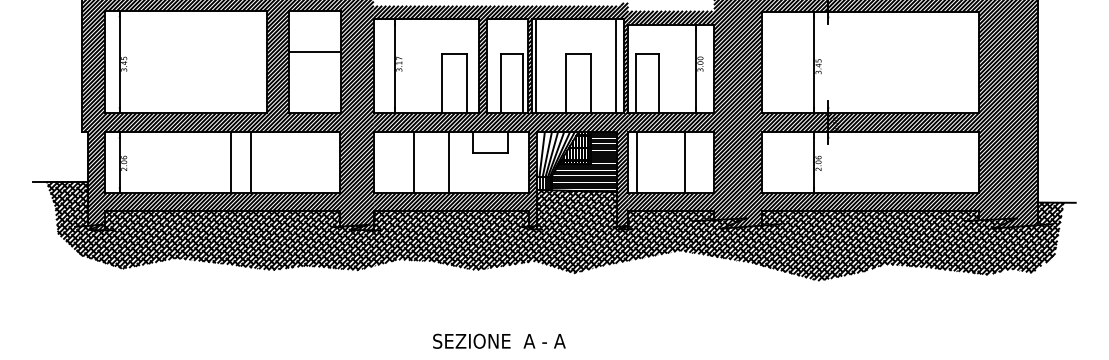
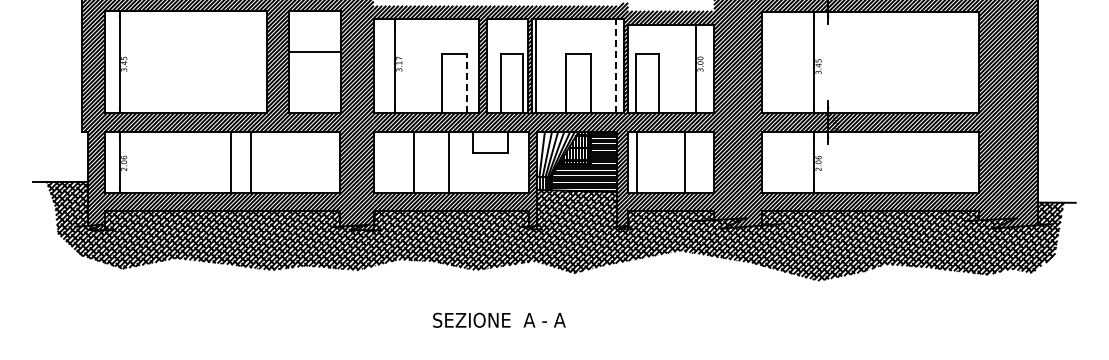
line at (616, 66): solid -> dashed
line at (467, 83): solid -> dashed
text at (499, 340) position: (499, 340) -> (499, 319)
